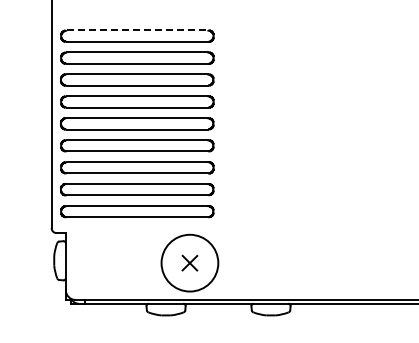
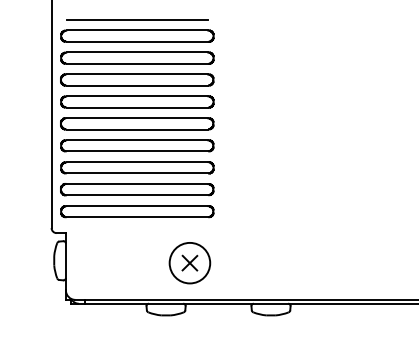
line at (137, 19): none -> present
line at (137, 30): dashed -> solid
circle at (189, 262) diameter: 57 px -> 41 px
